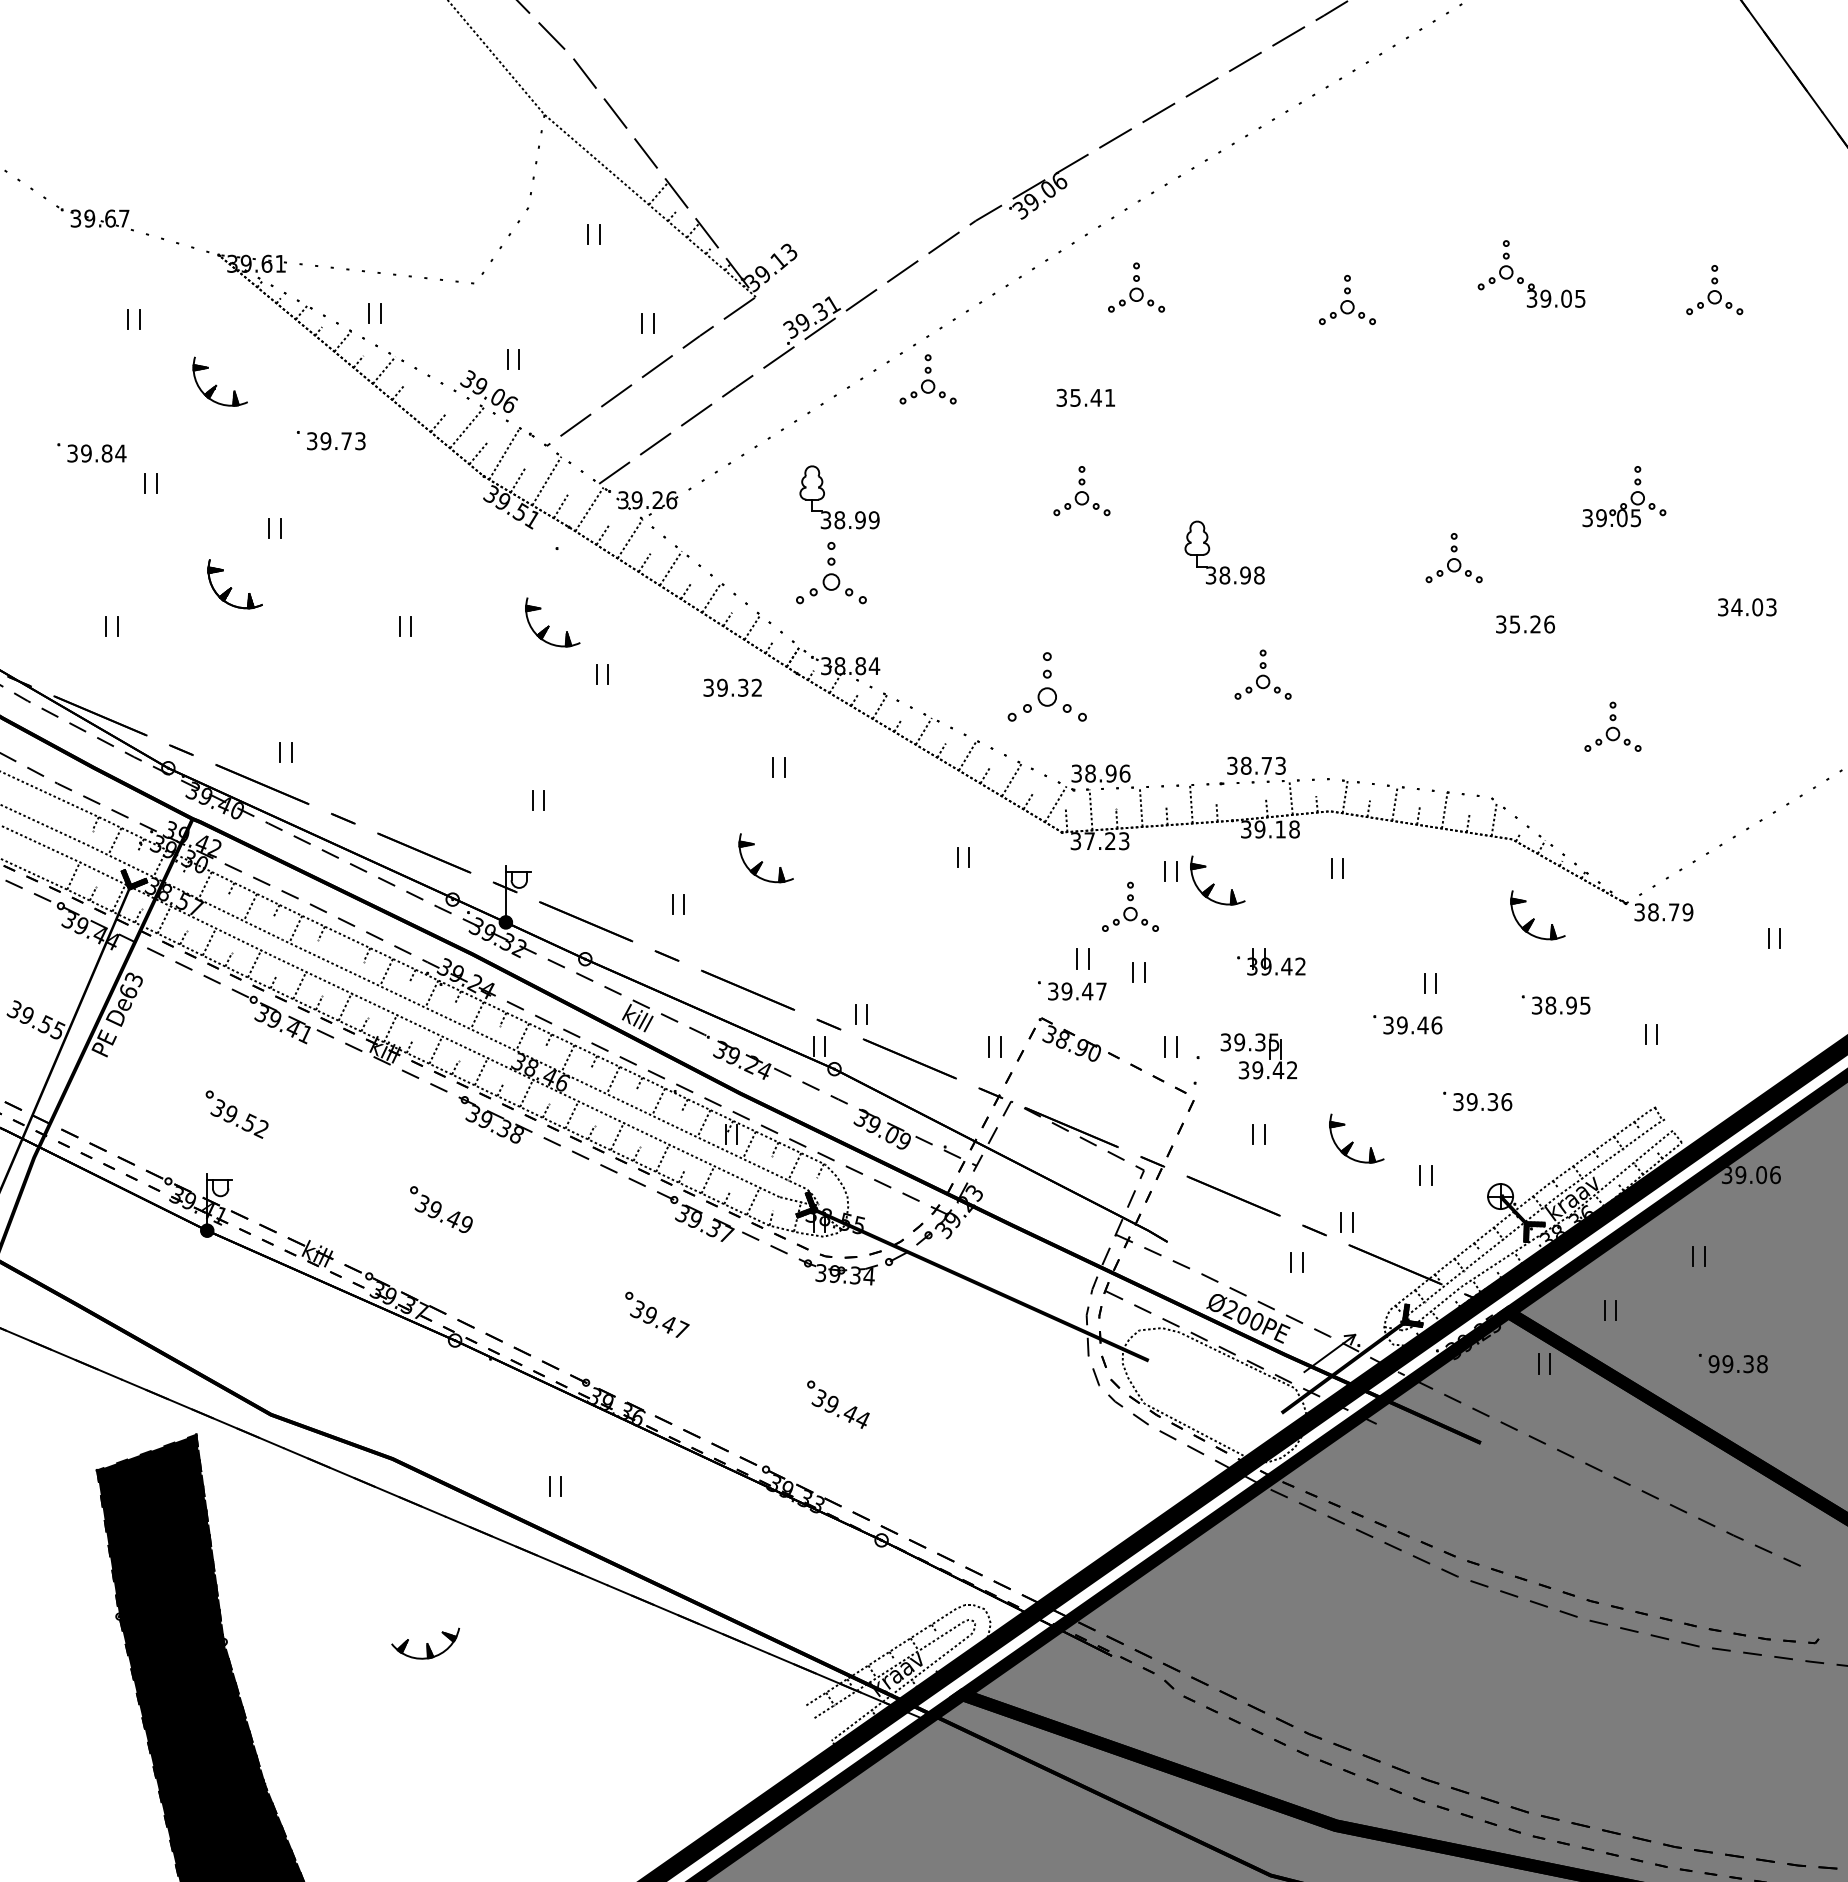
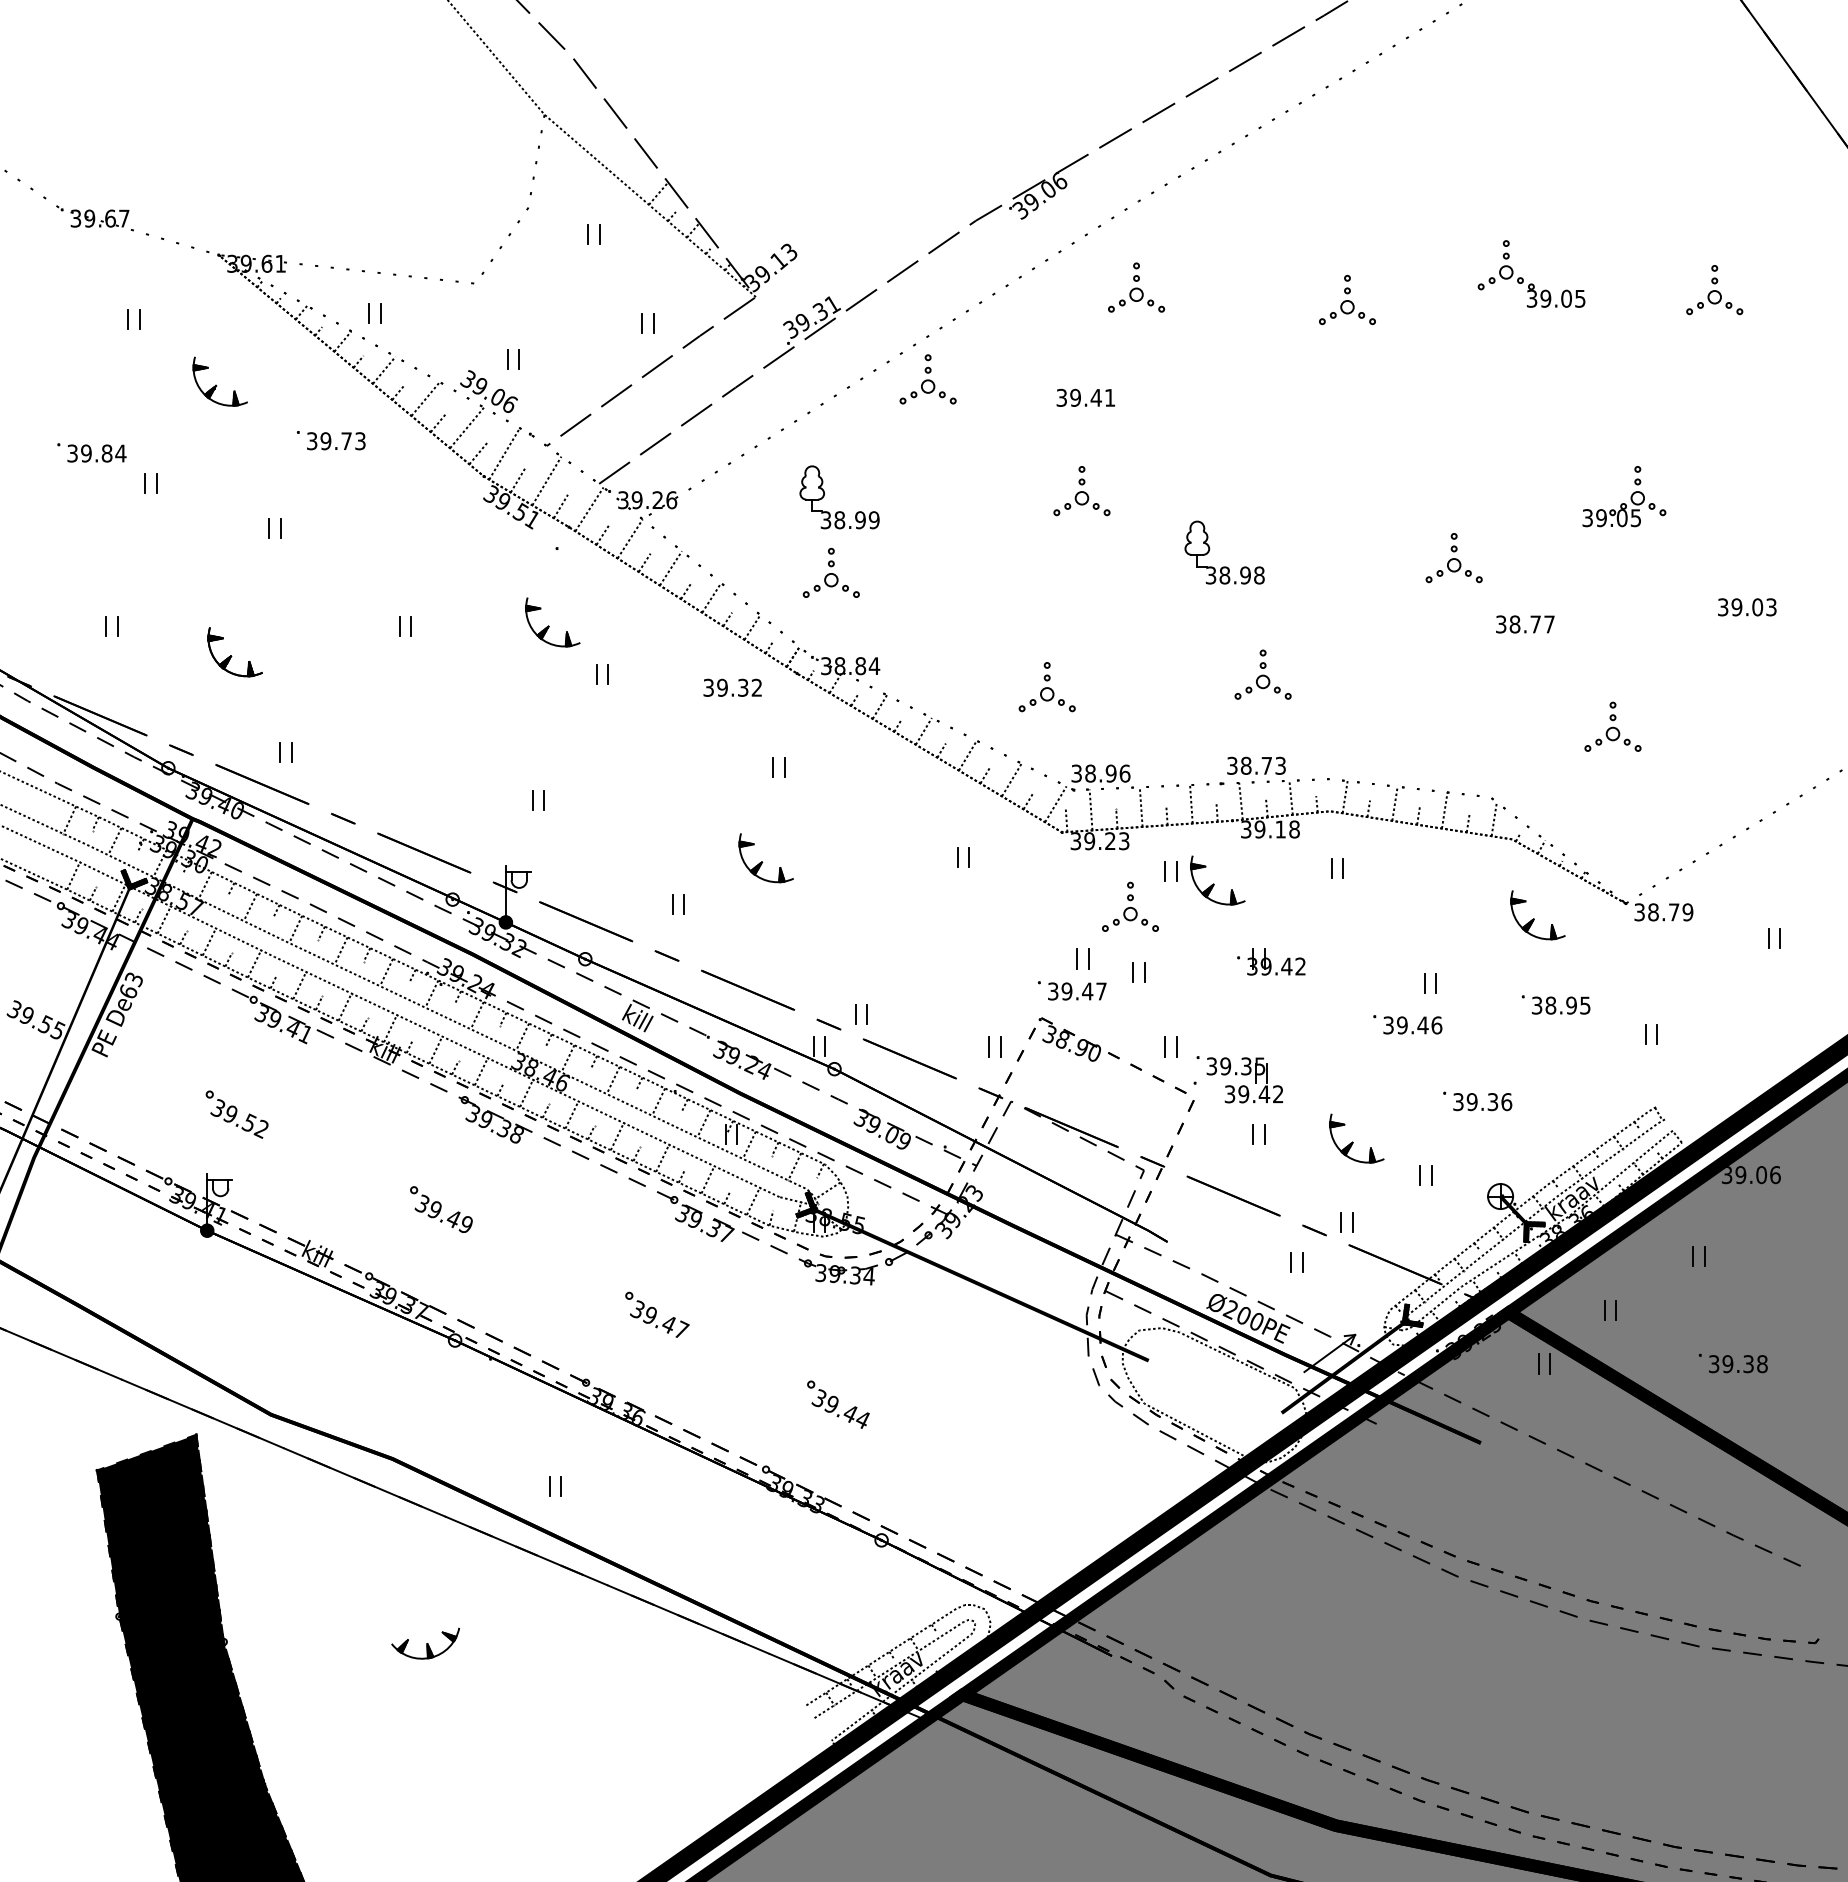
text at (1075, 397): 35.41 -> 39.41
line at (425, 399): none -> present
part at (831, 573) size: 71x63 px -> 58x51 px
part at (234, 584) position: (234, 584) -> (234, 652)
text at (1736, 607): 34.03 -> 39.03
text at (1532, 624): 35.26 -> 38.77
part at (1046, 686) size: 80x70 px -> 58x51 px
line at (1240, 801): none -> present
line at (69, 819): none -> present
text at (1089, 841): 37.23 -> 39.23
line at (340, 950): none -> present
part at (1258, 1056) position: (1258, 1056) -> (1244, 1080)
line at (827, 1190): none -> present
text at (1713, 1363): 99.38 -> 39.38
